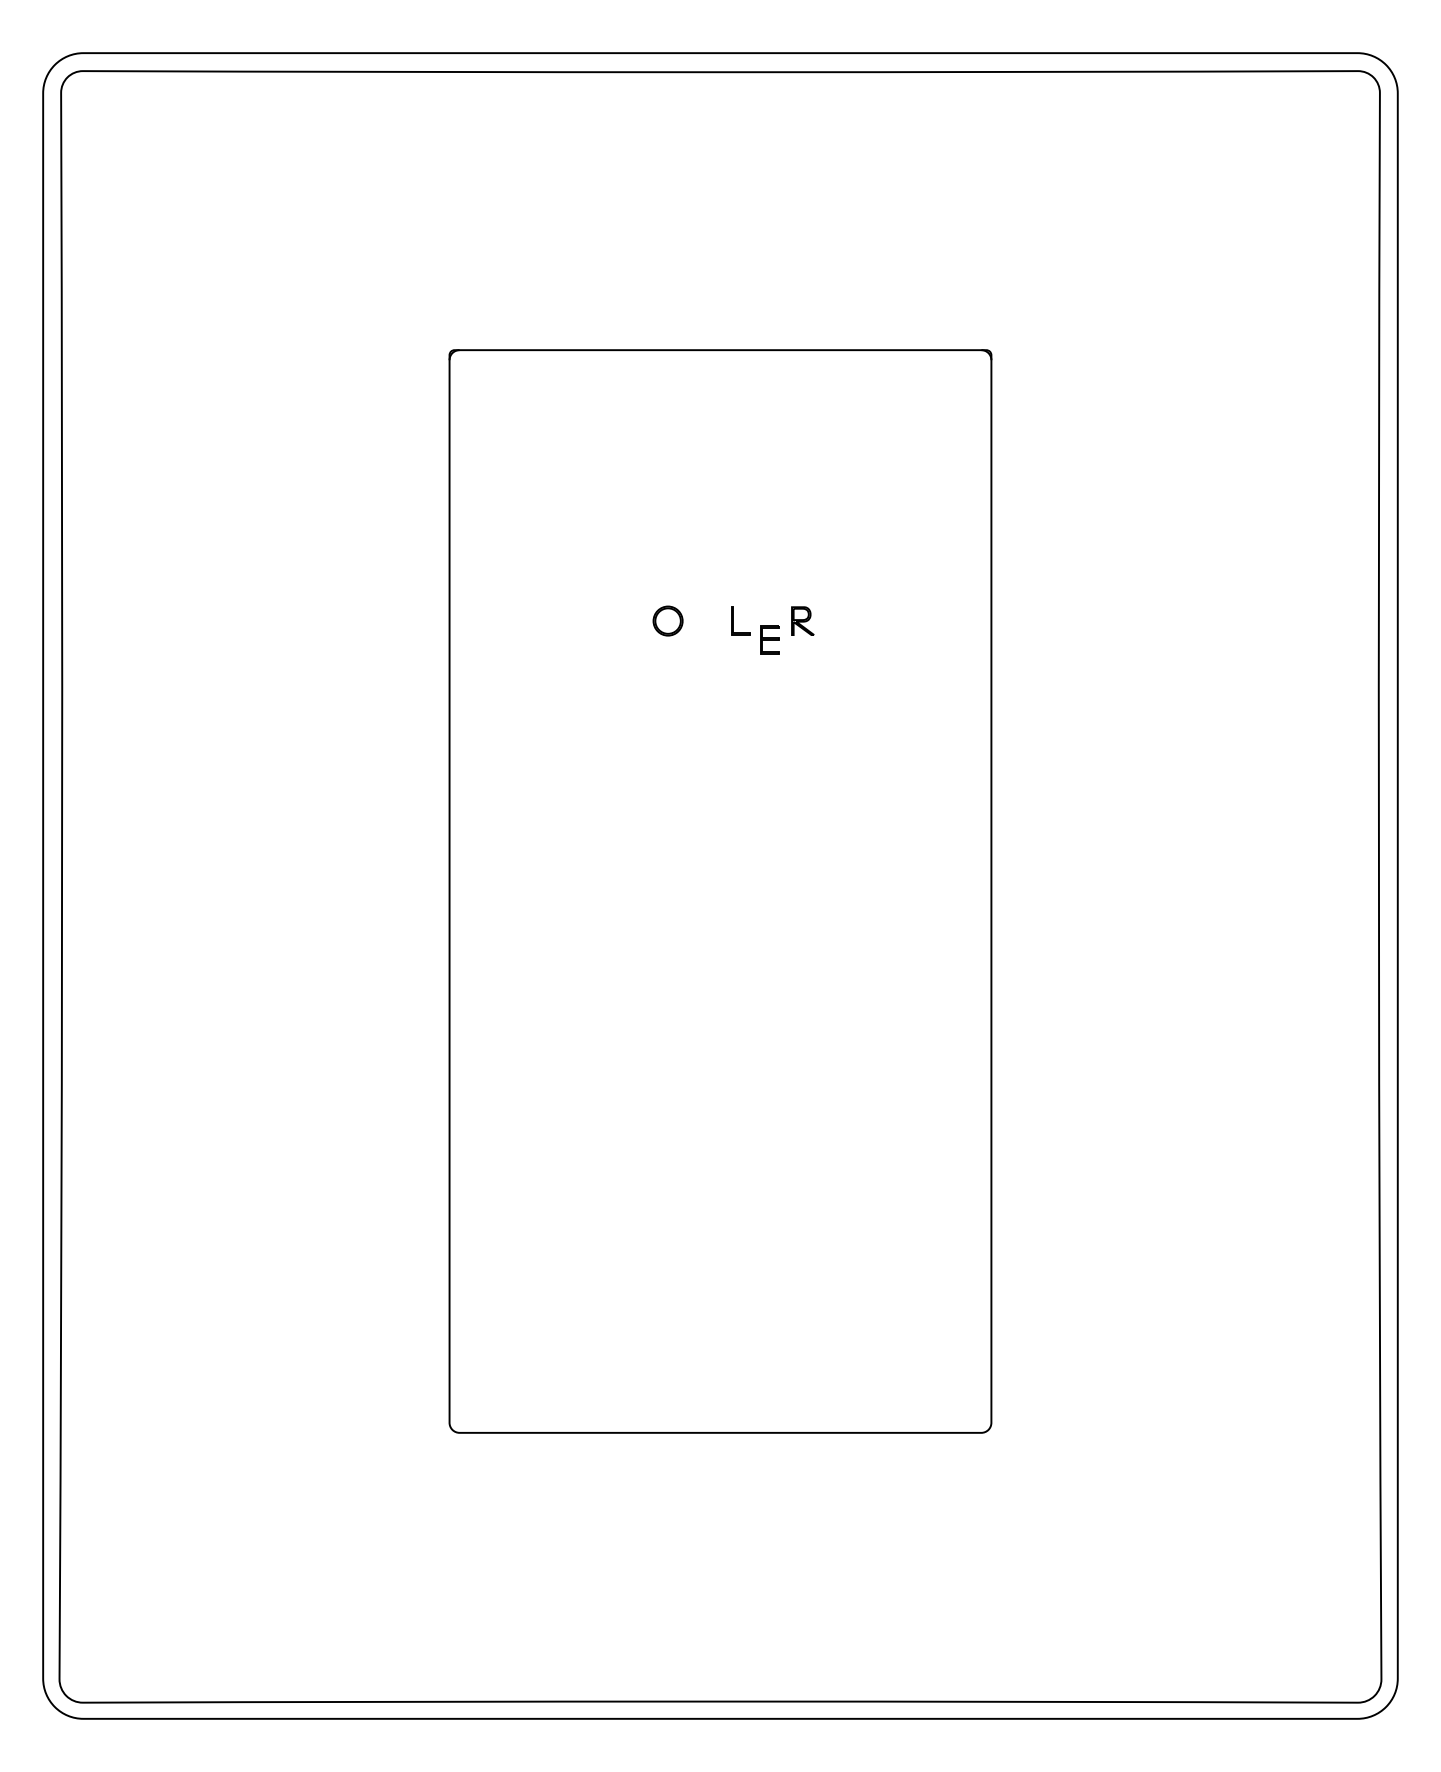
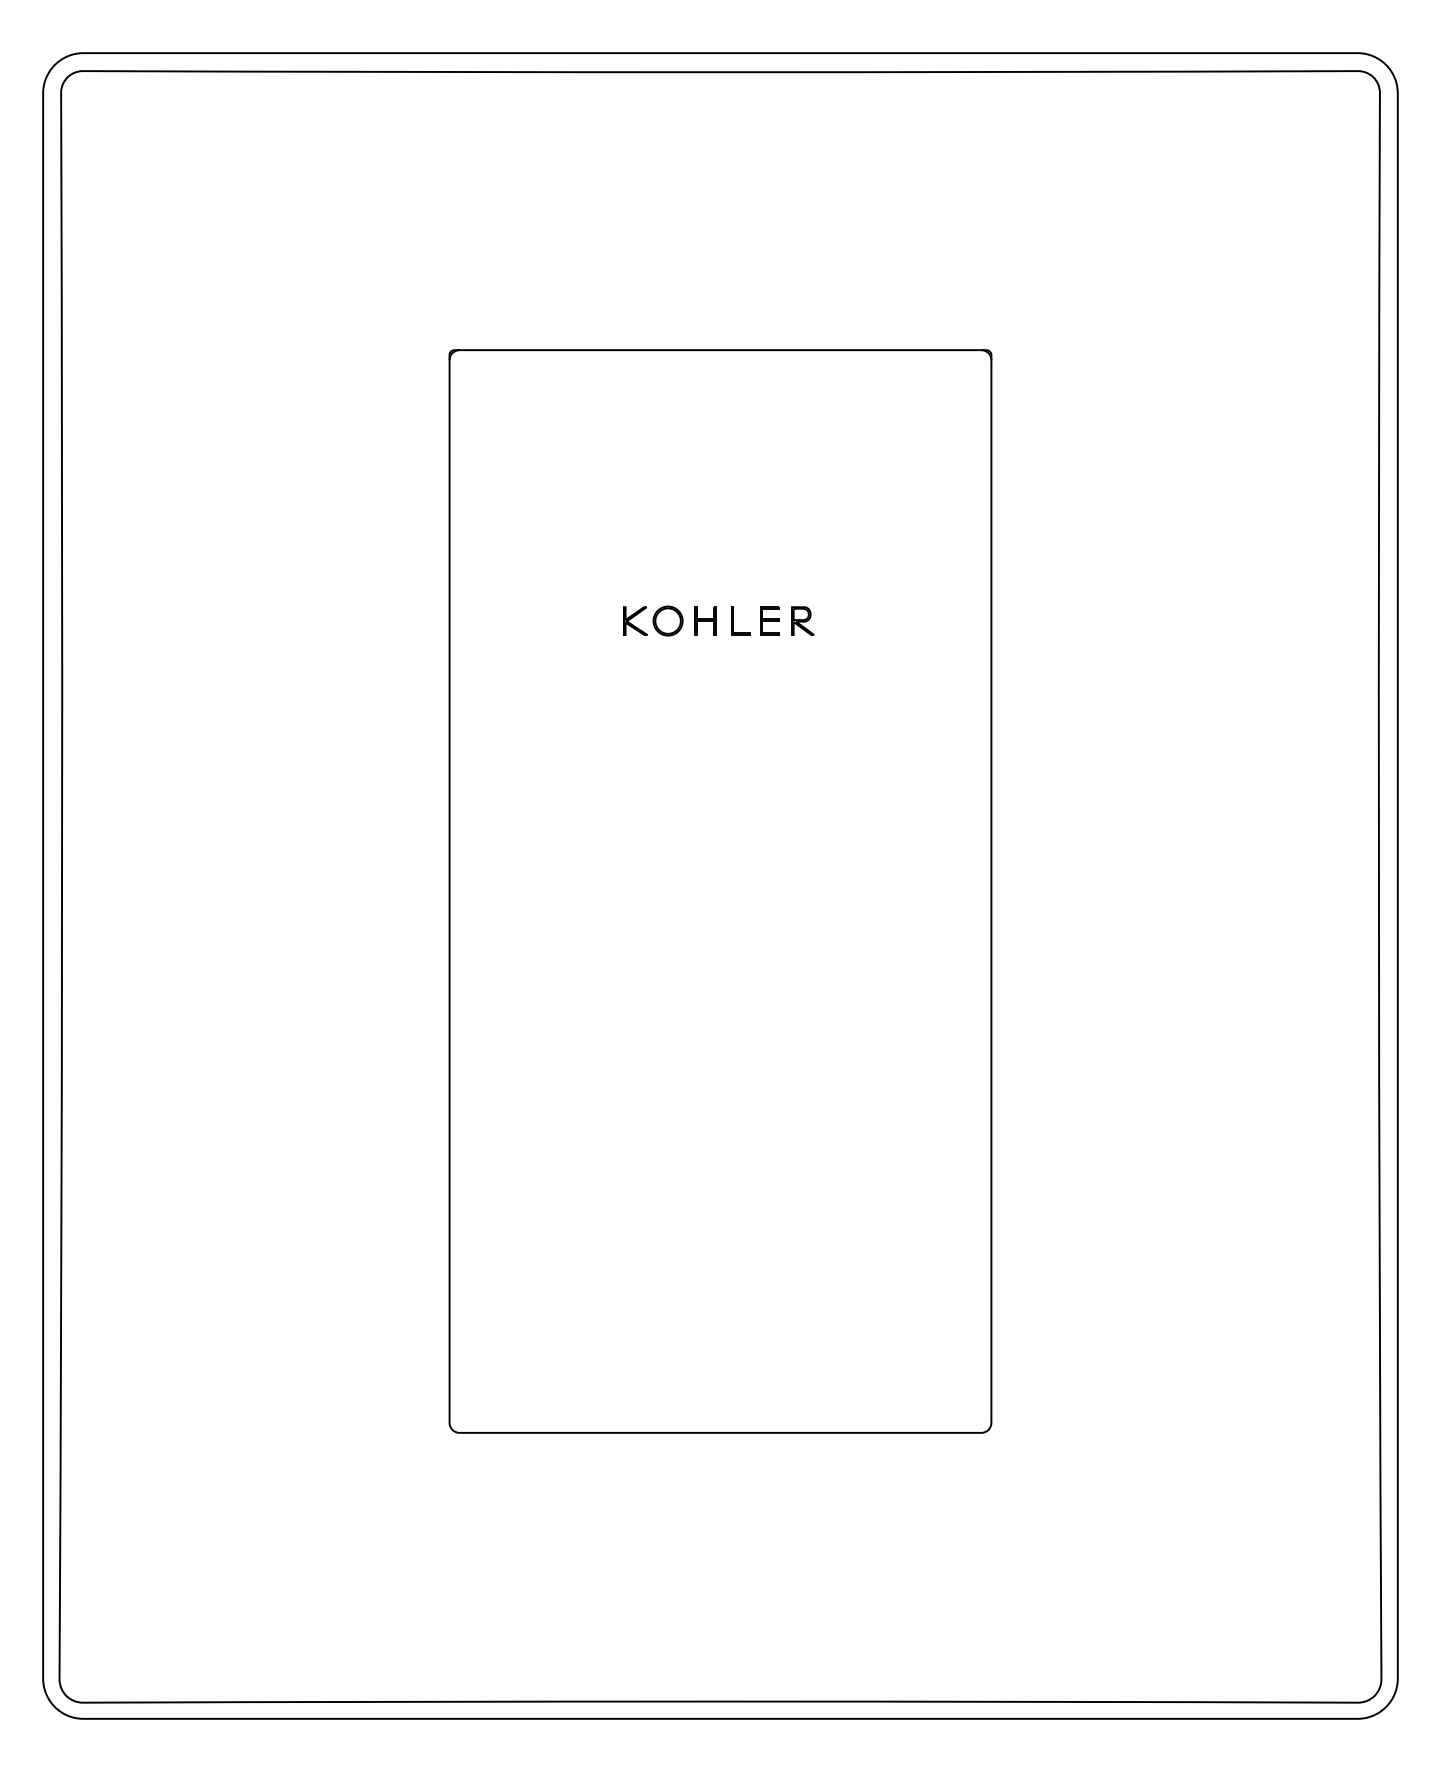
part at (635, 620): none -> present
part at (705, 620): none -> present
part at (769, 639) position: (769, 639) -> (769, 620)
